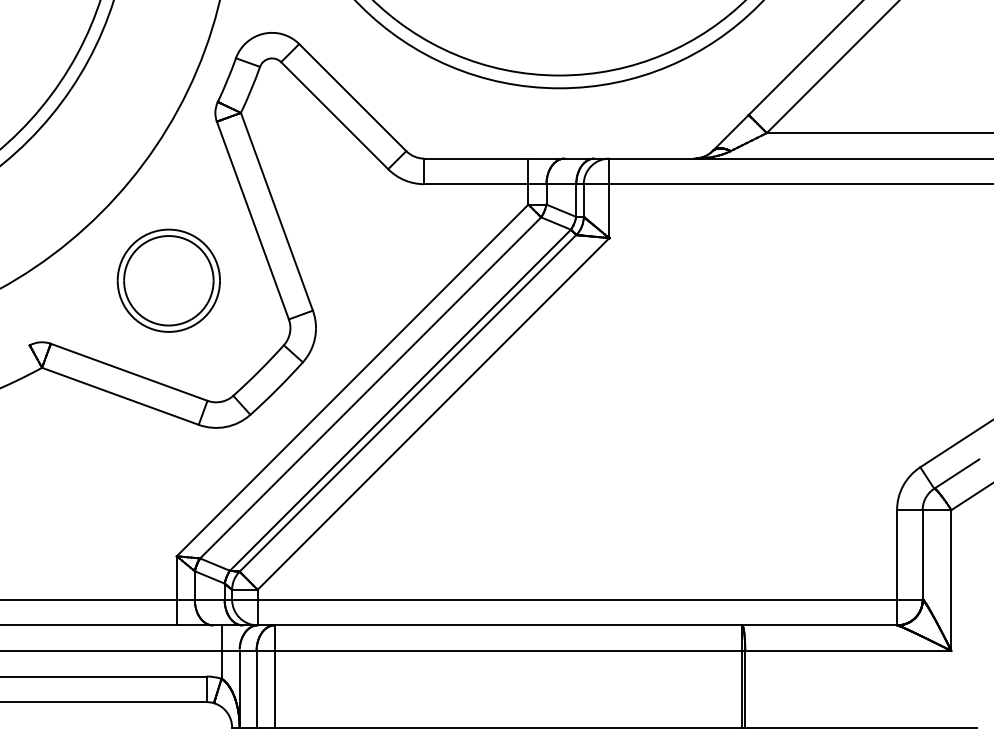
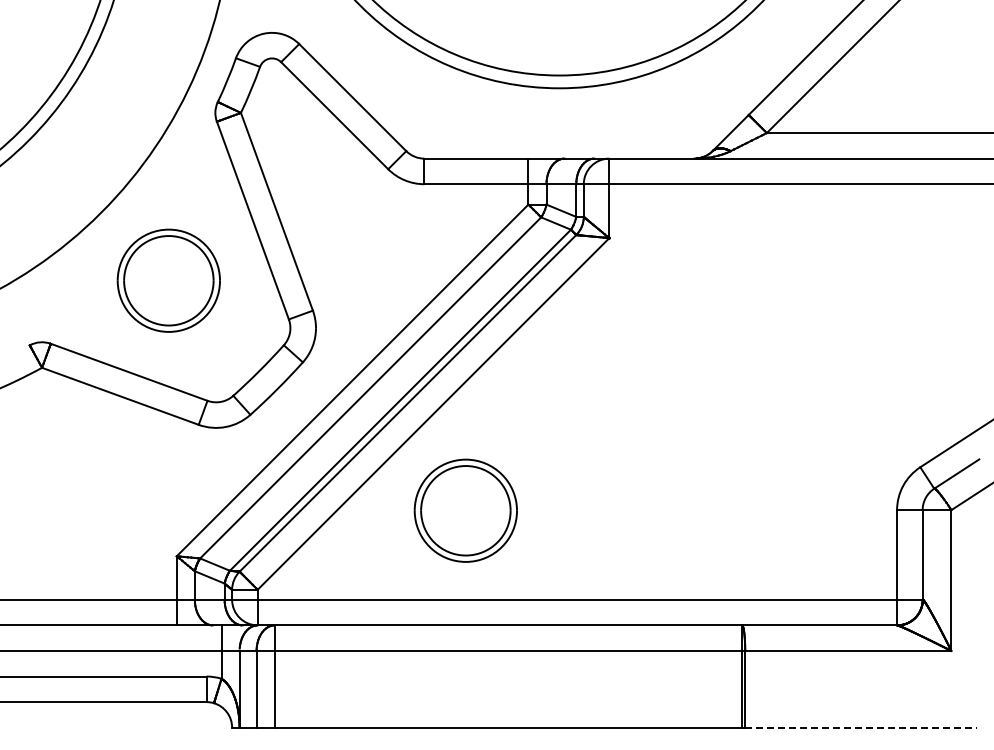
part at (465, 510): none -> present
line at (861, 727): solid -> dashed
